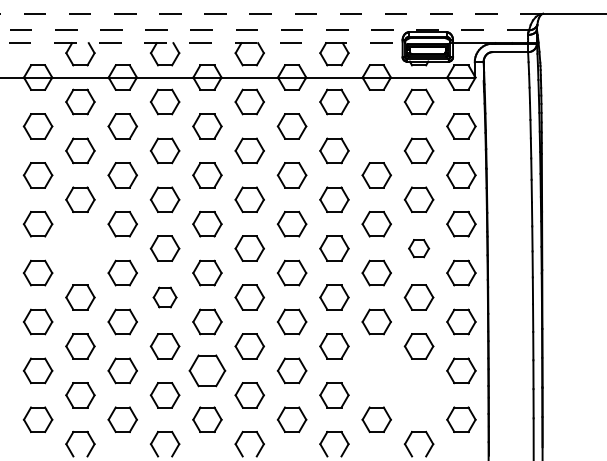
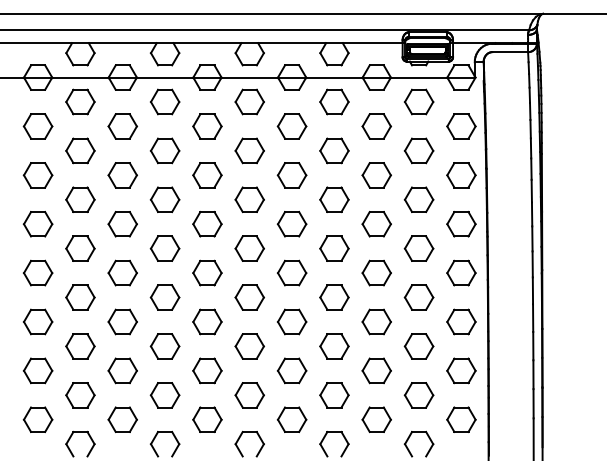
line at (270, 13): dashed -> solid
line at (264, 30): dashed -> solid
line at (203, 43): dashed -> solid
part at (376, 126): none -> present
part at (80, 248): none -> present
part at (419, 248) size: 23x20 px -> 32x27 px
part at (164, 297) size: 26x23 px -> 32x27 px
part at (207, 370) size: 39x34 px -> 31x28 px
part at (376, 370): none -> present
part at (418, 395): none -> present
